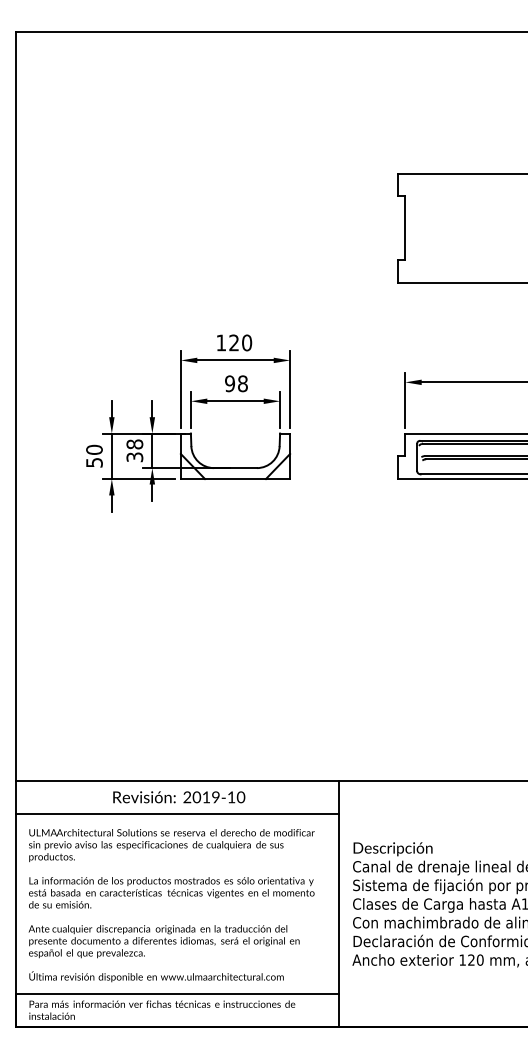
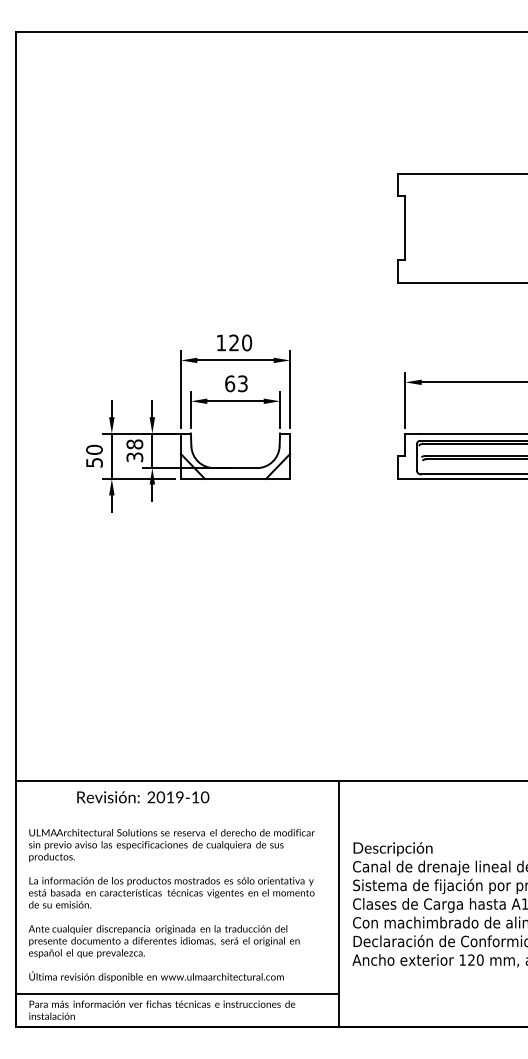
text at (236, 383): 98 -> 63
text at (179, 797) position: (179, 797) -> (143, 797)
line at (177, 813): present -> none
